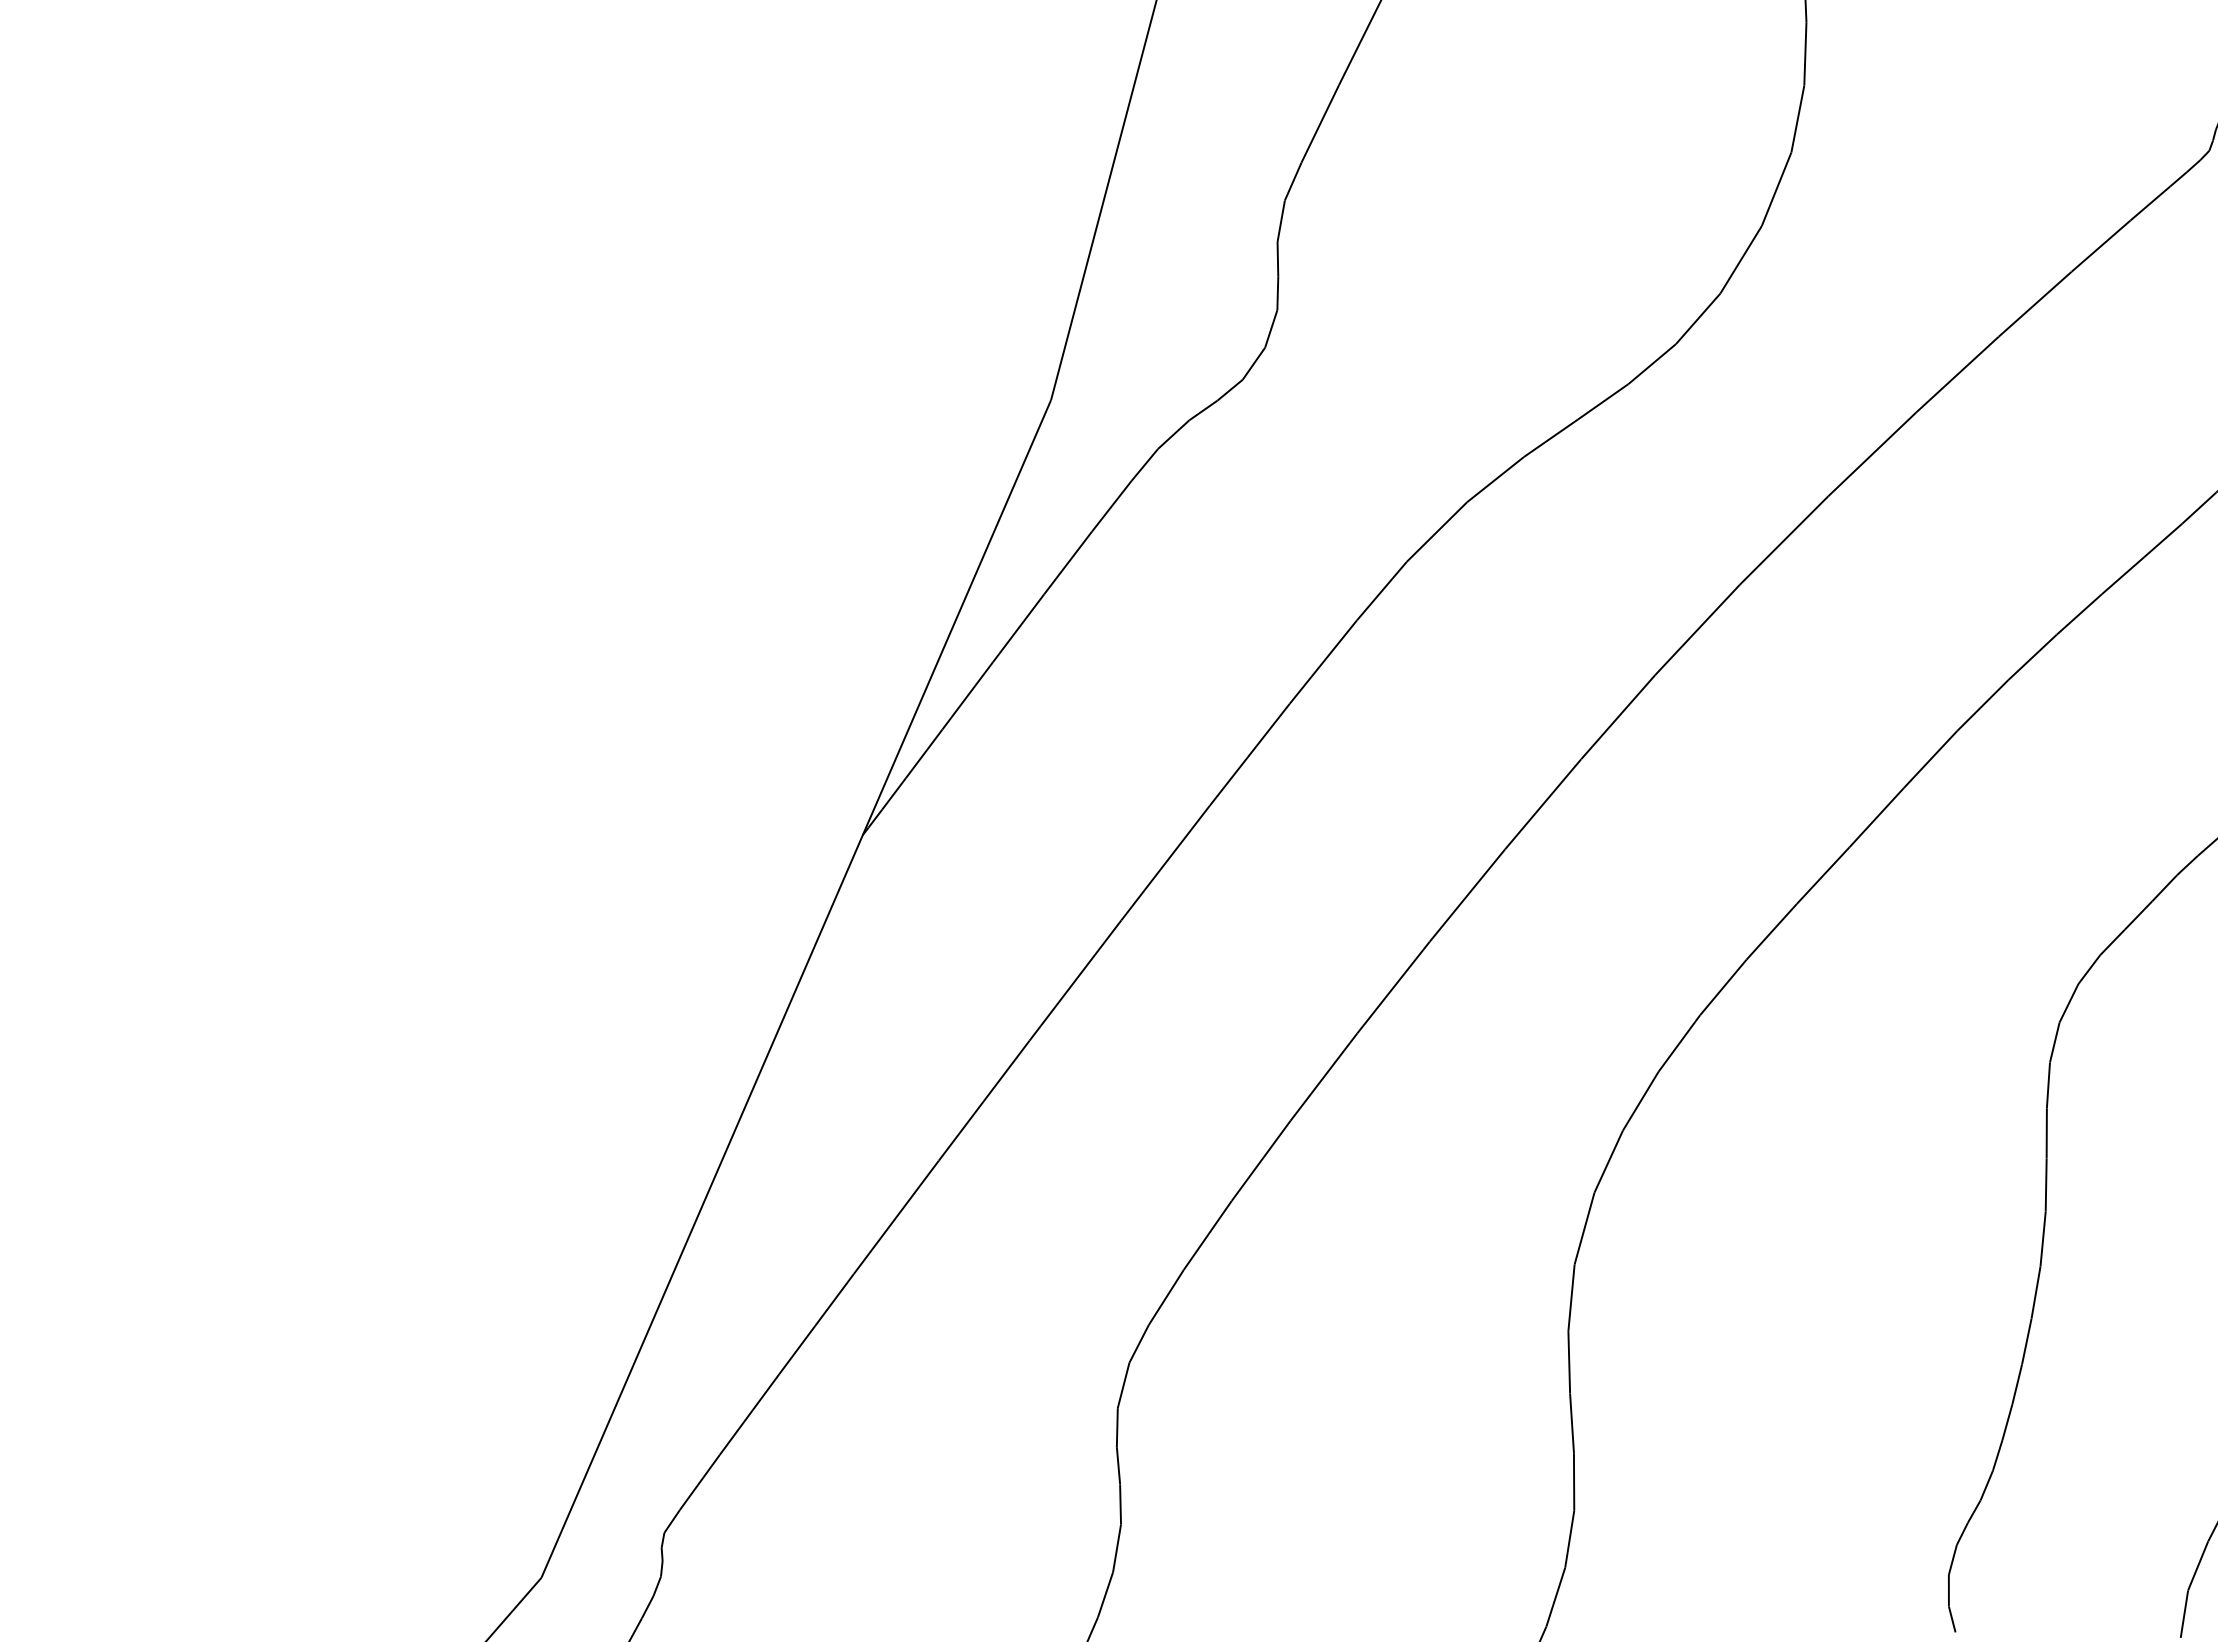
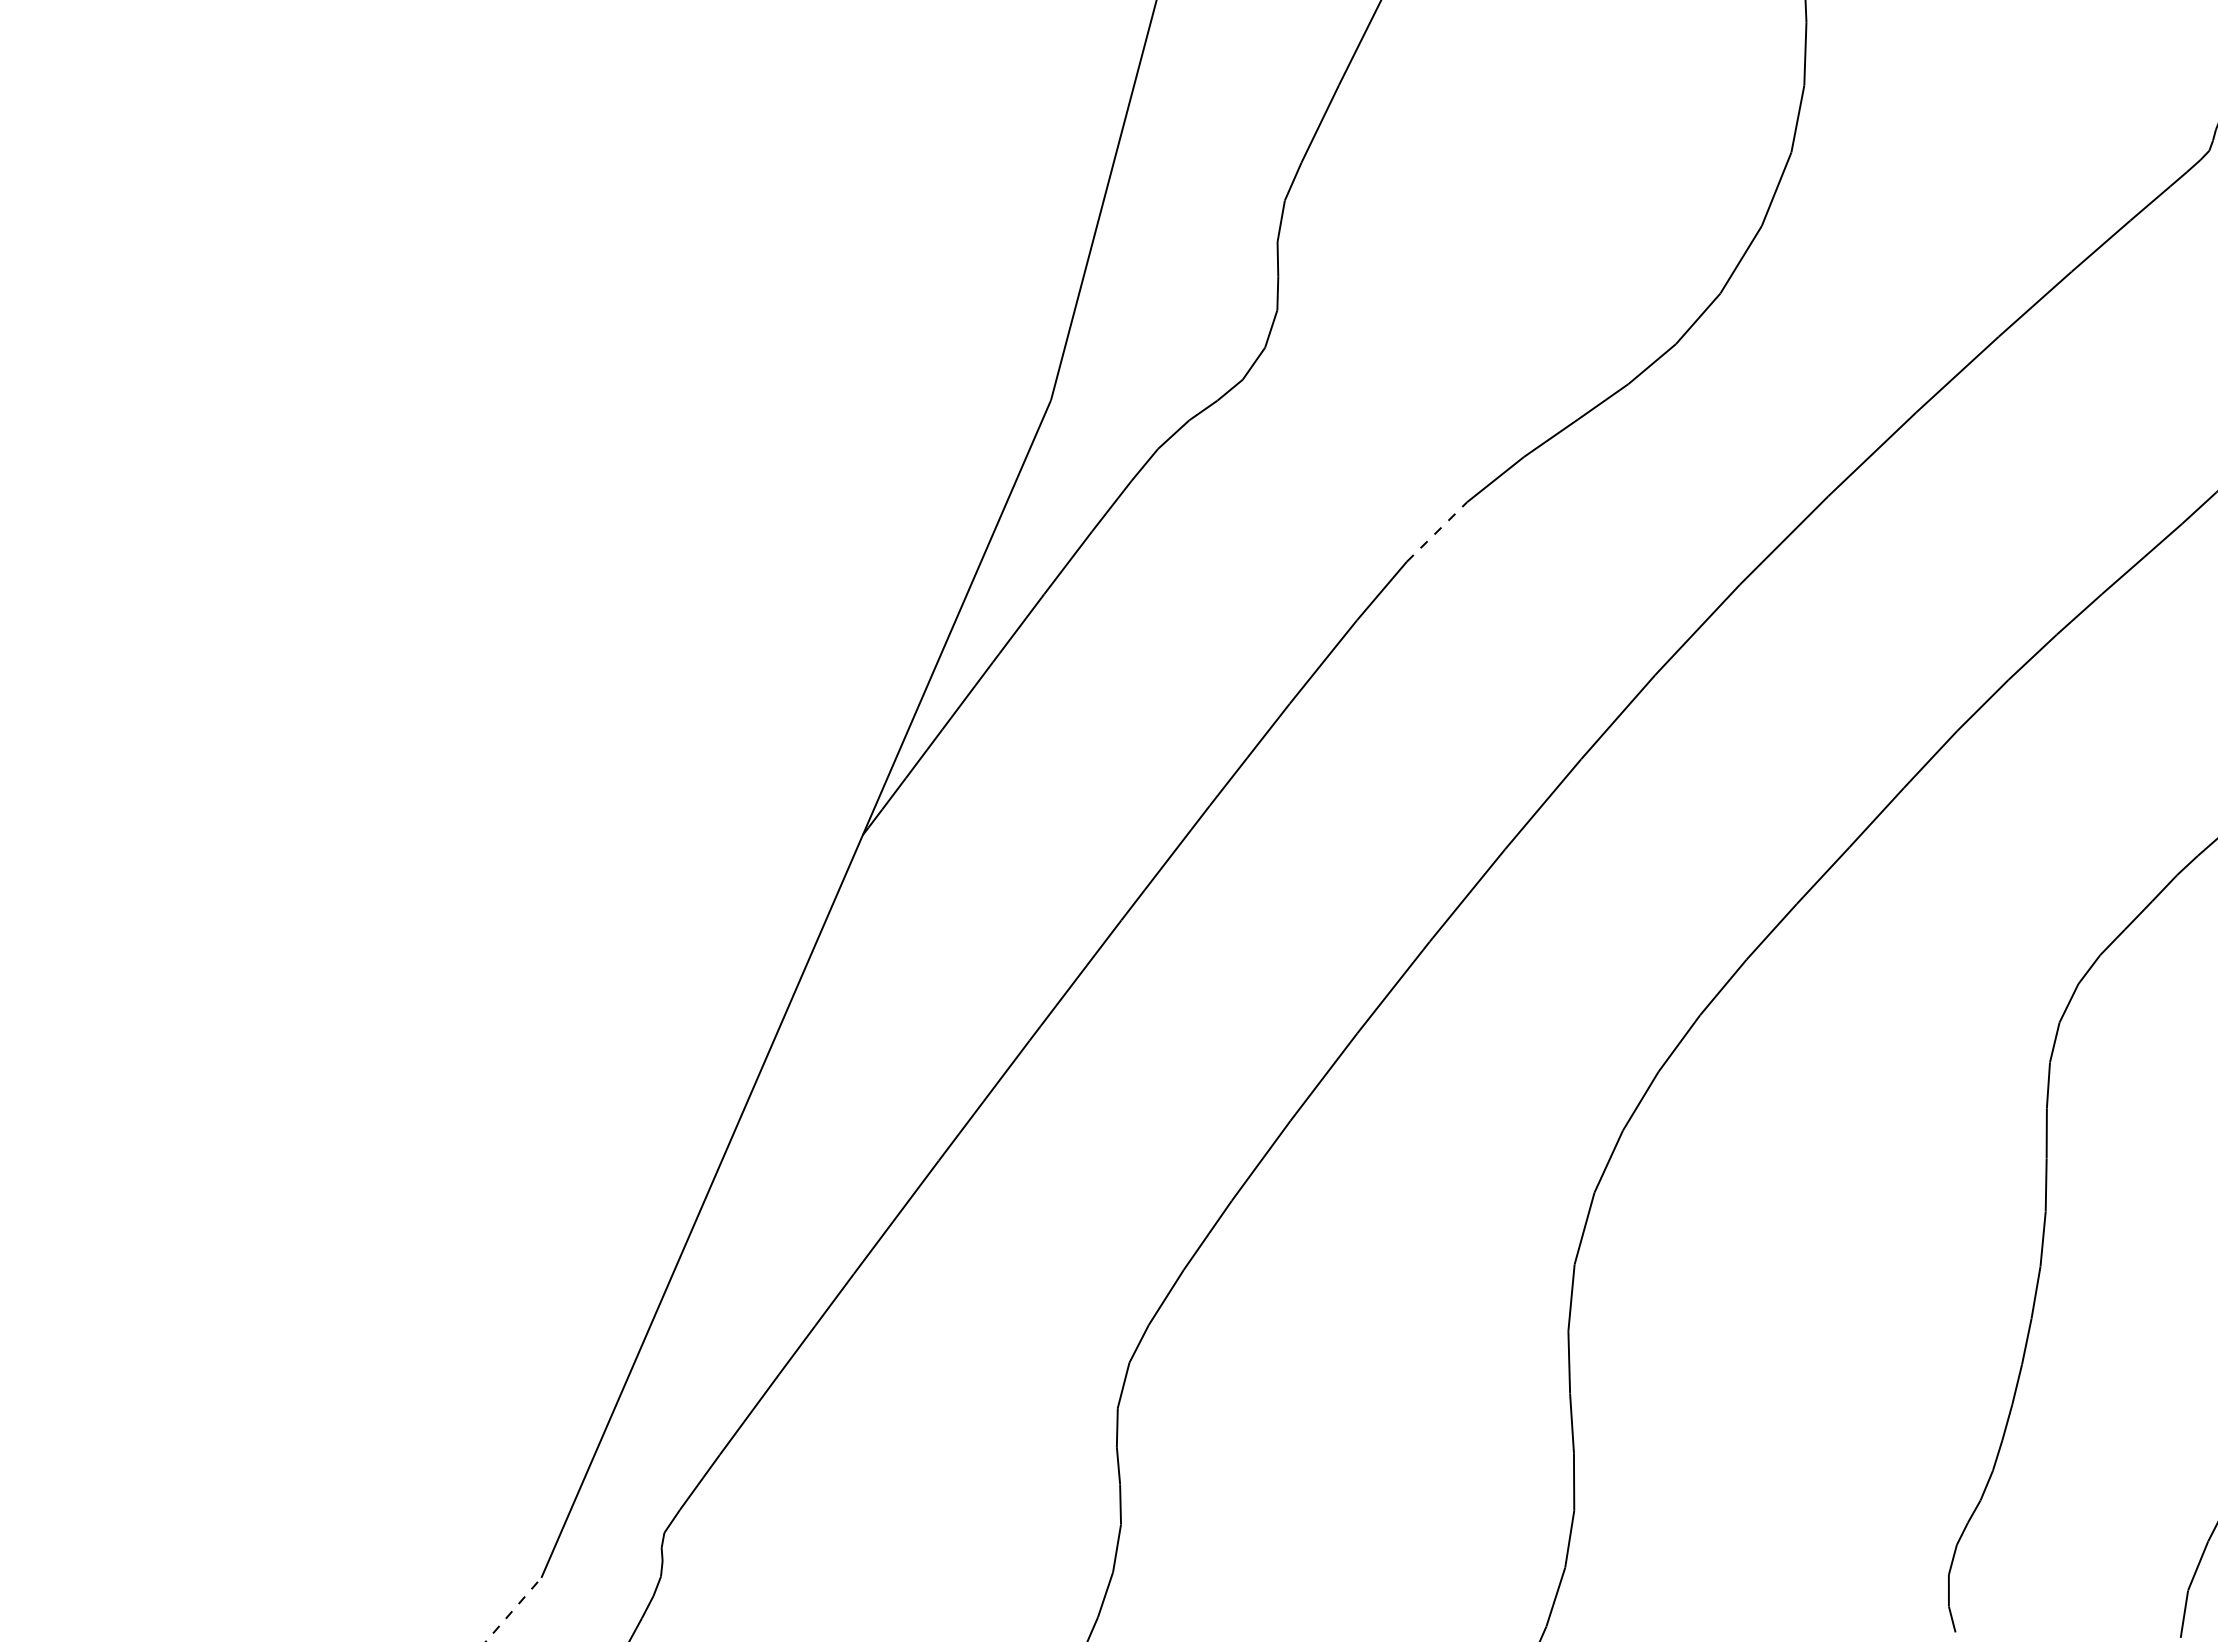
line at (1437, 531): solid -> dashed
line at (513, 1609): solid -> dashed
